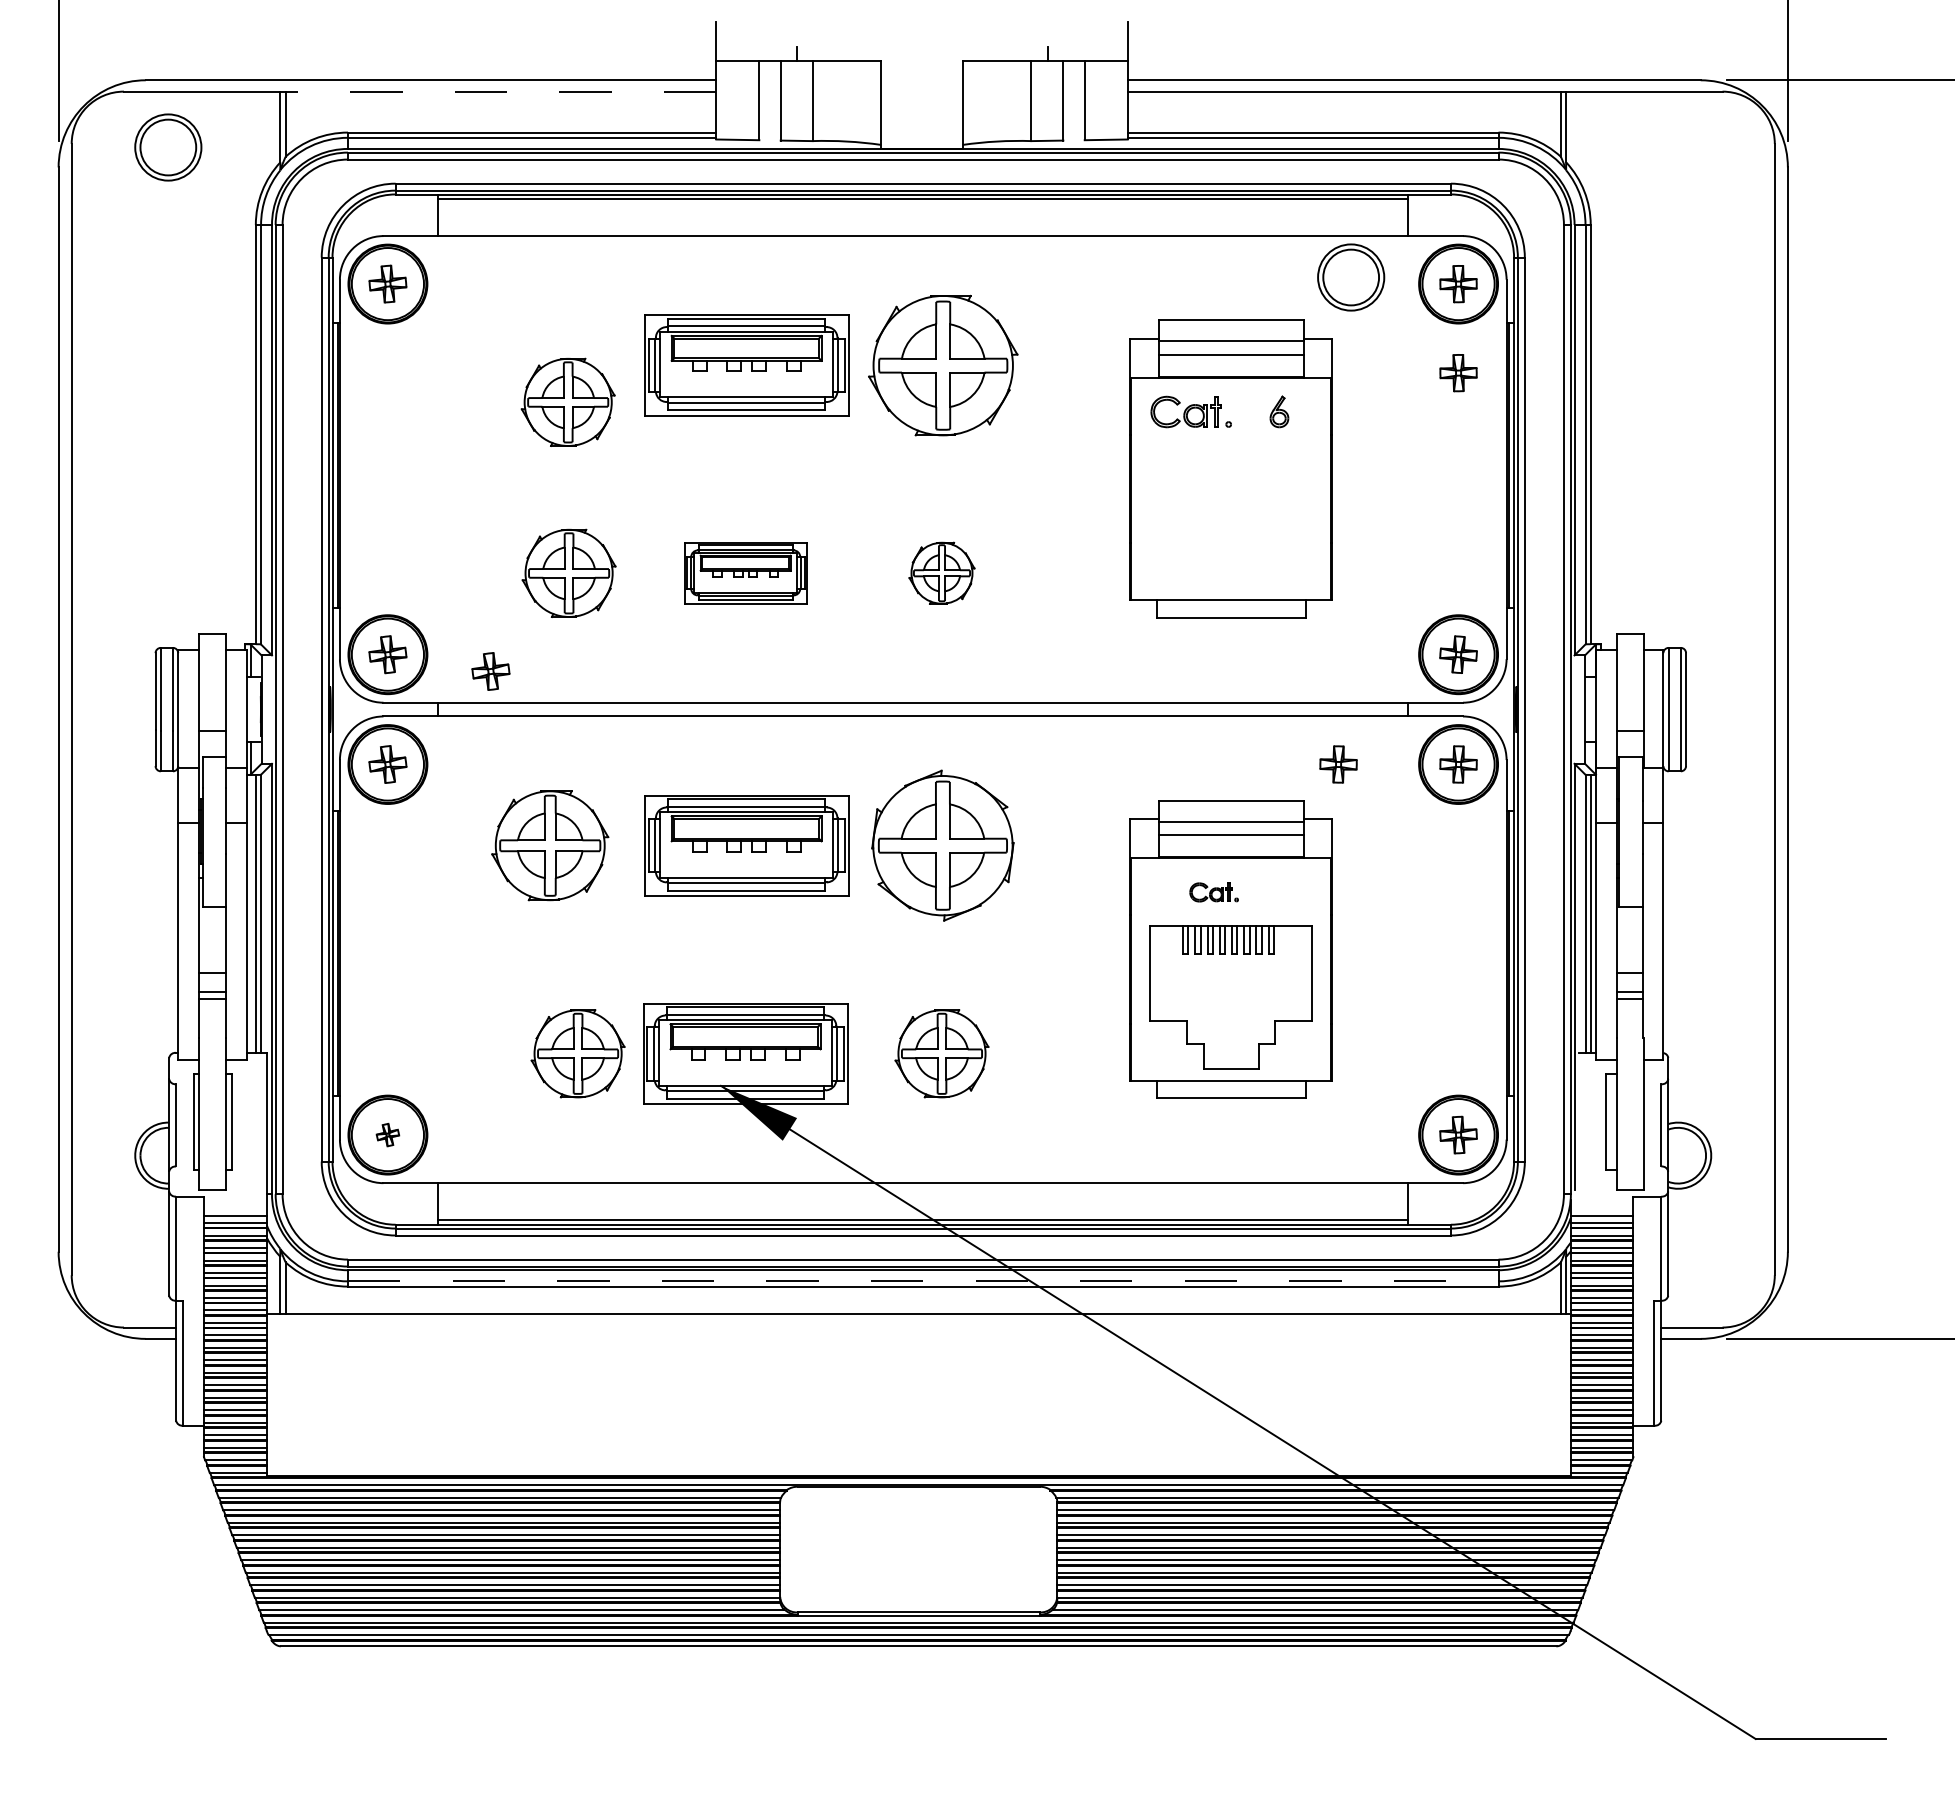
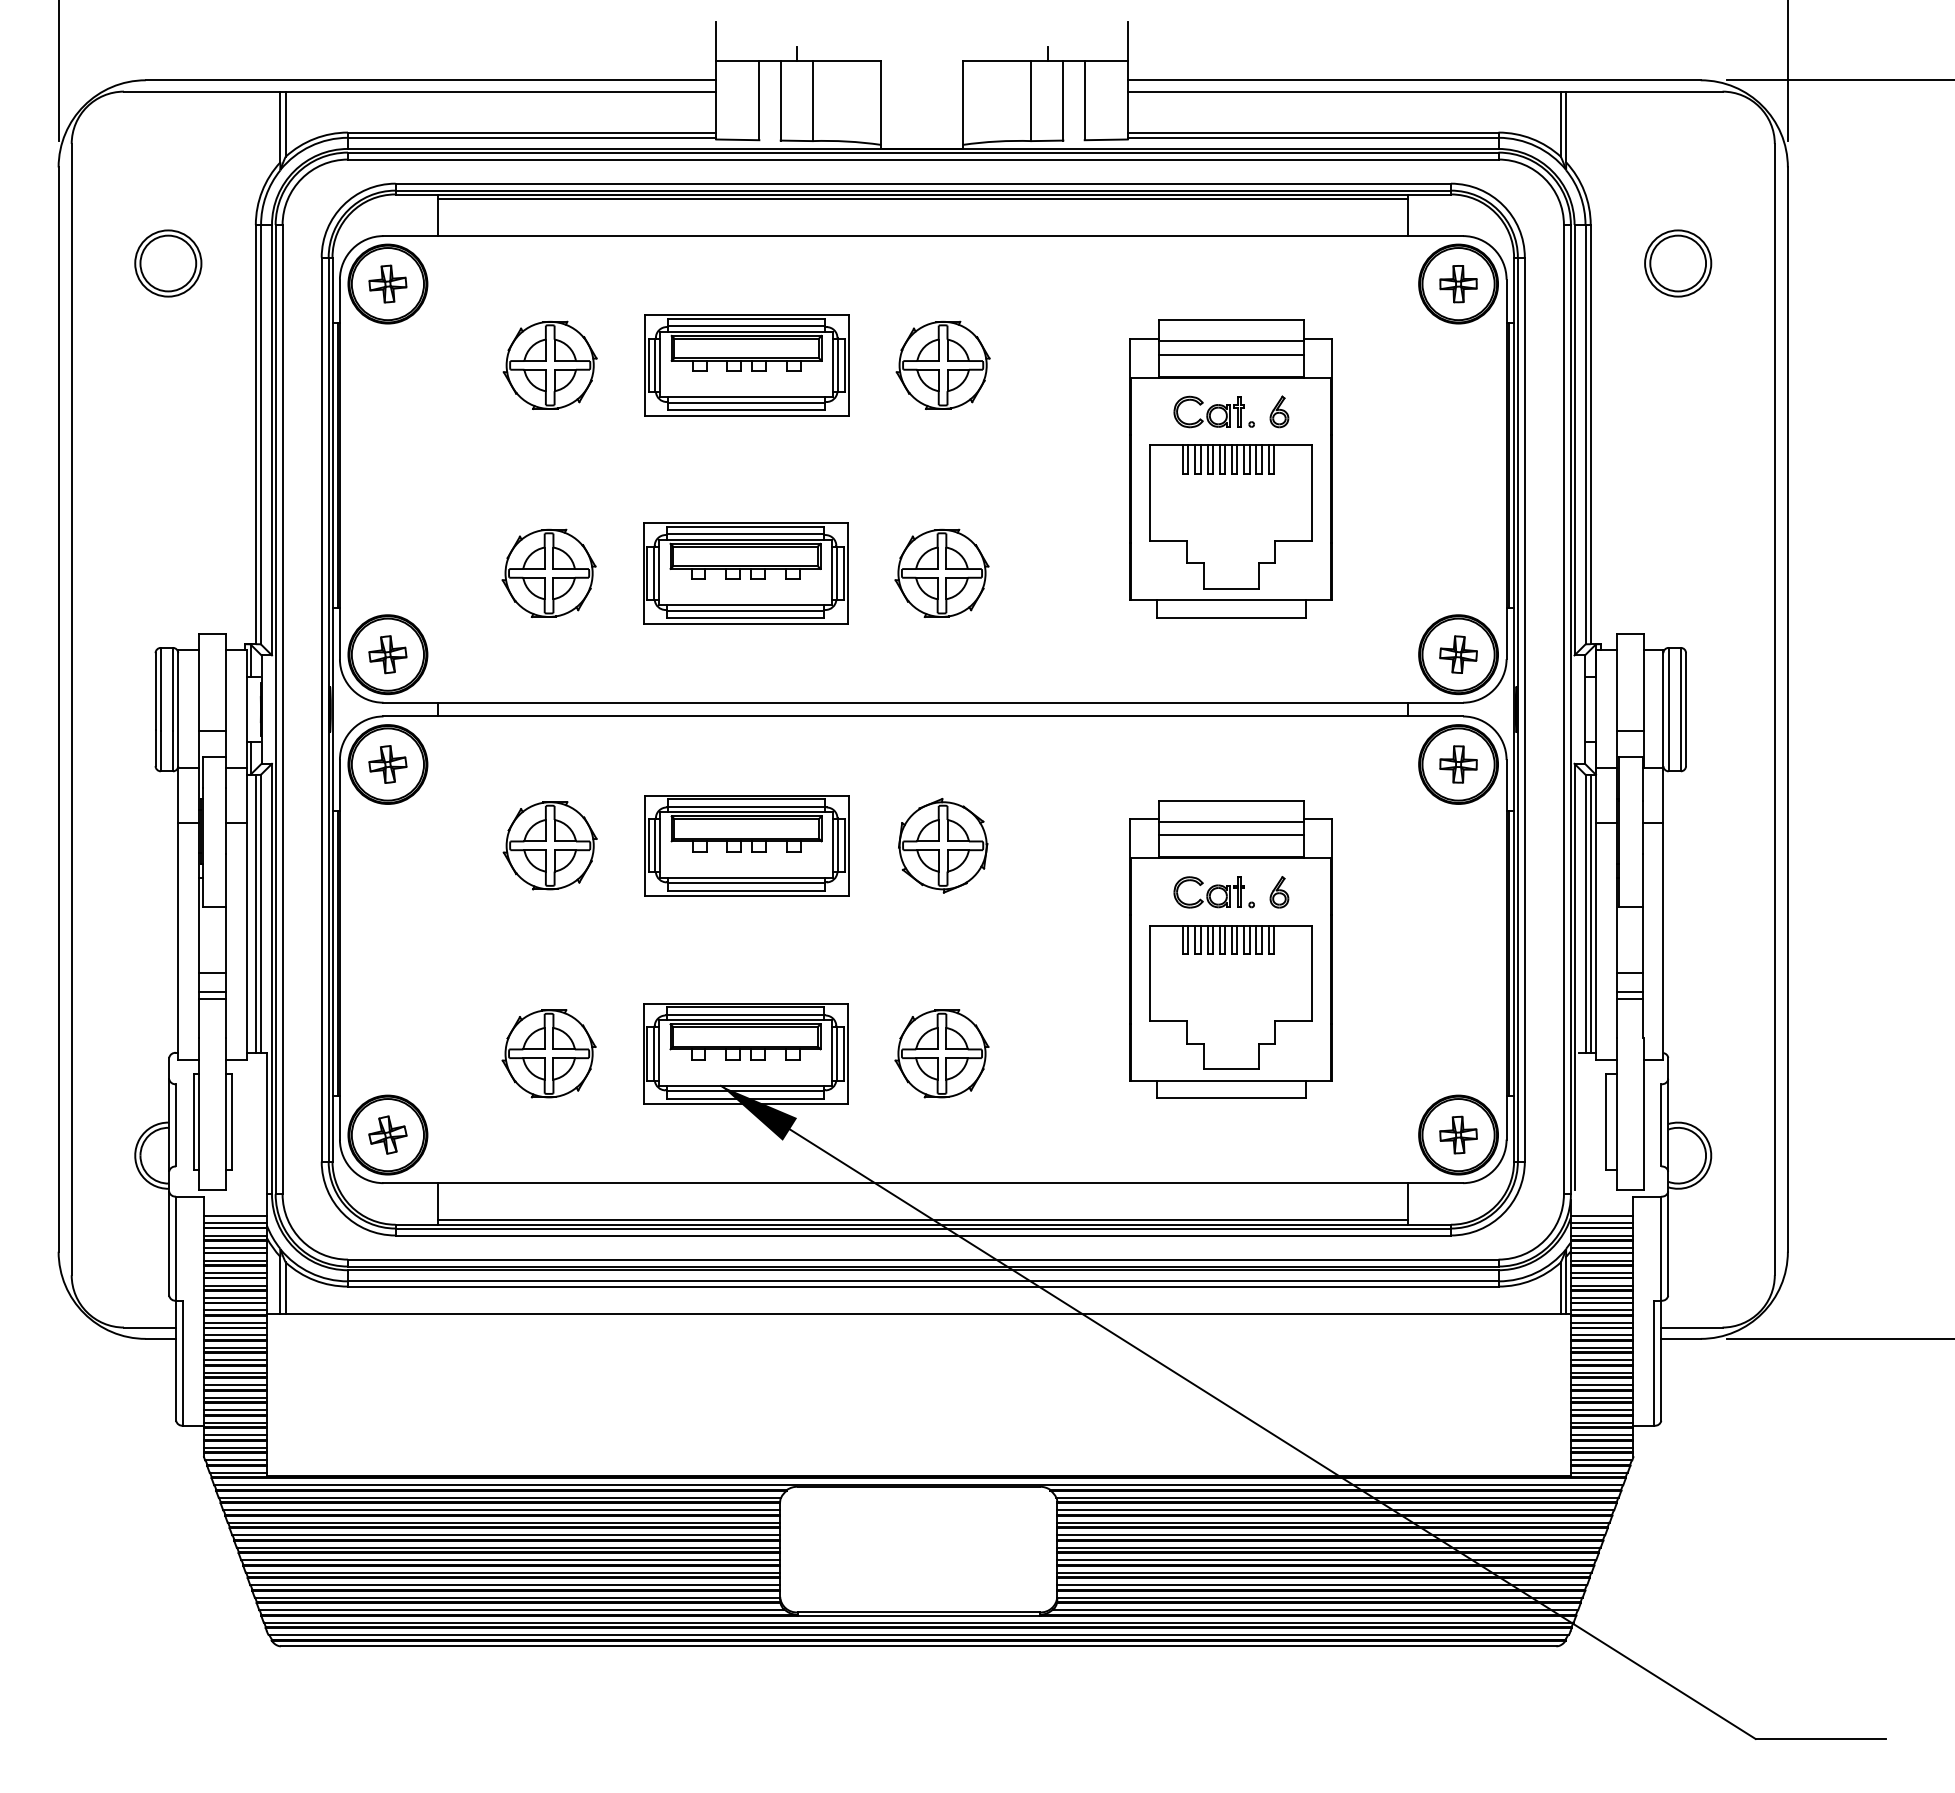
line at (500, 91): dashed -> solid
part at (168, 147) position: (168, 147) -> (168, 263)
part at (1351, 277) position: (1351, 277) -> (1678, 263)
part at (943, 365) size: 151x143 px -> 96x90 px
part at (1458, 373): present -> none
part at (567, 401) position: (567, 401) -> (549, 364)
part at (1190, 411) position: (1190, 411) -> (1213, 411)
part at (1230, 516): none -> present
part at (568, 572) position: (568, 572) -> (548, 572)
part at (941, 572) size: 68x64 px -> 96x90 px
part at (745, 573) size: 124x63 px -> 206x103 px
part at (490, 671): present -> none
part at (1338, 764): present -> none
part at (550, 845) size: 119x112 px -> 96x90 px
part at (942, 845) size: 144x153 px -> 91x96 px
part at (1213, 892) size: 50x21 px -> 82x33 px
part at (1279, 892): none -> present
part at (577, 1053) position: (577, 1053) -> (548, 1053)
part at (387, 1134) size: 26x26 px -> 40x40 px
line at (923, 1281): dashed -> solid
